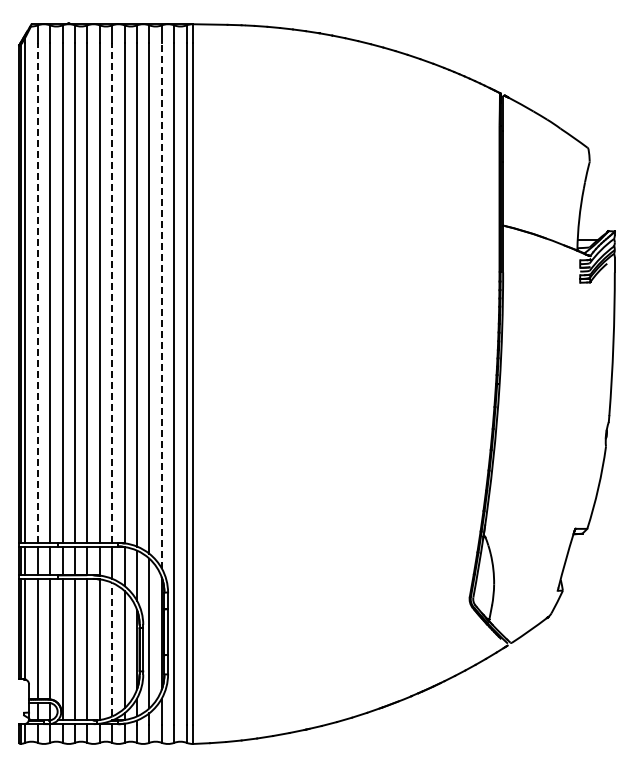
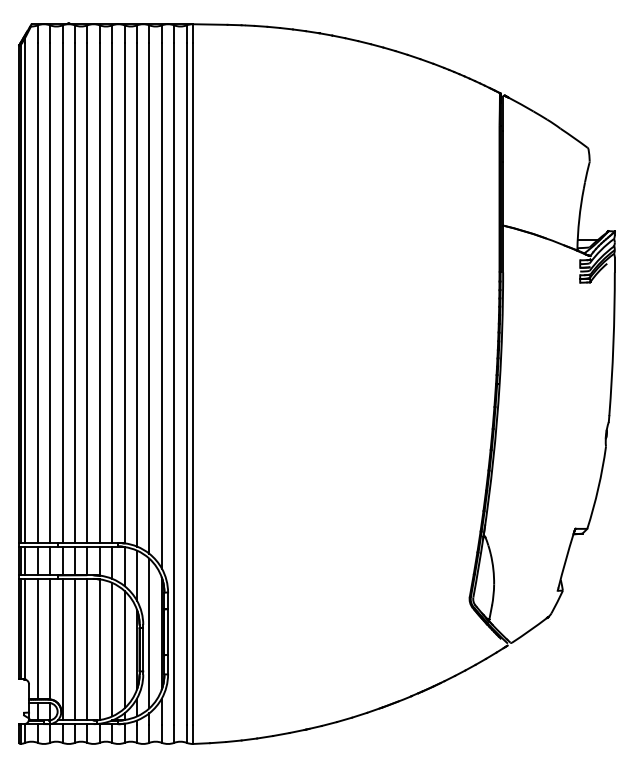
line at (37, 293): dashed -> solid
line at (112, 293): dashed -> solid
line at (161, 305): dashed -> solid
line at (112, 649): dashed -> solid
